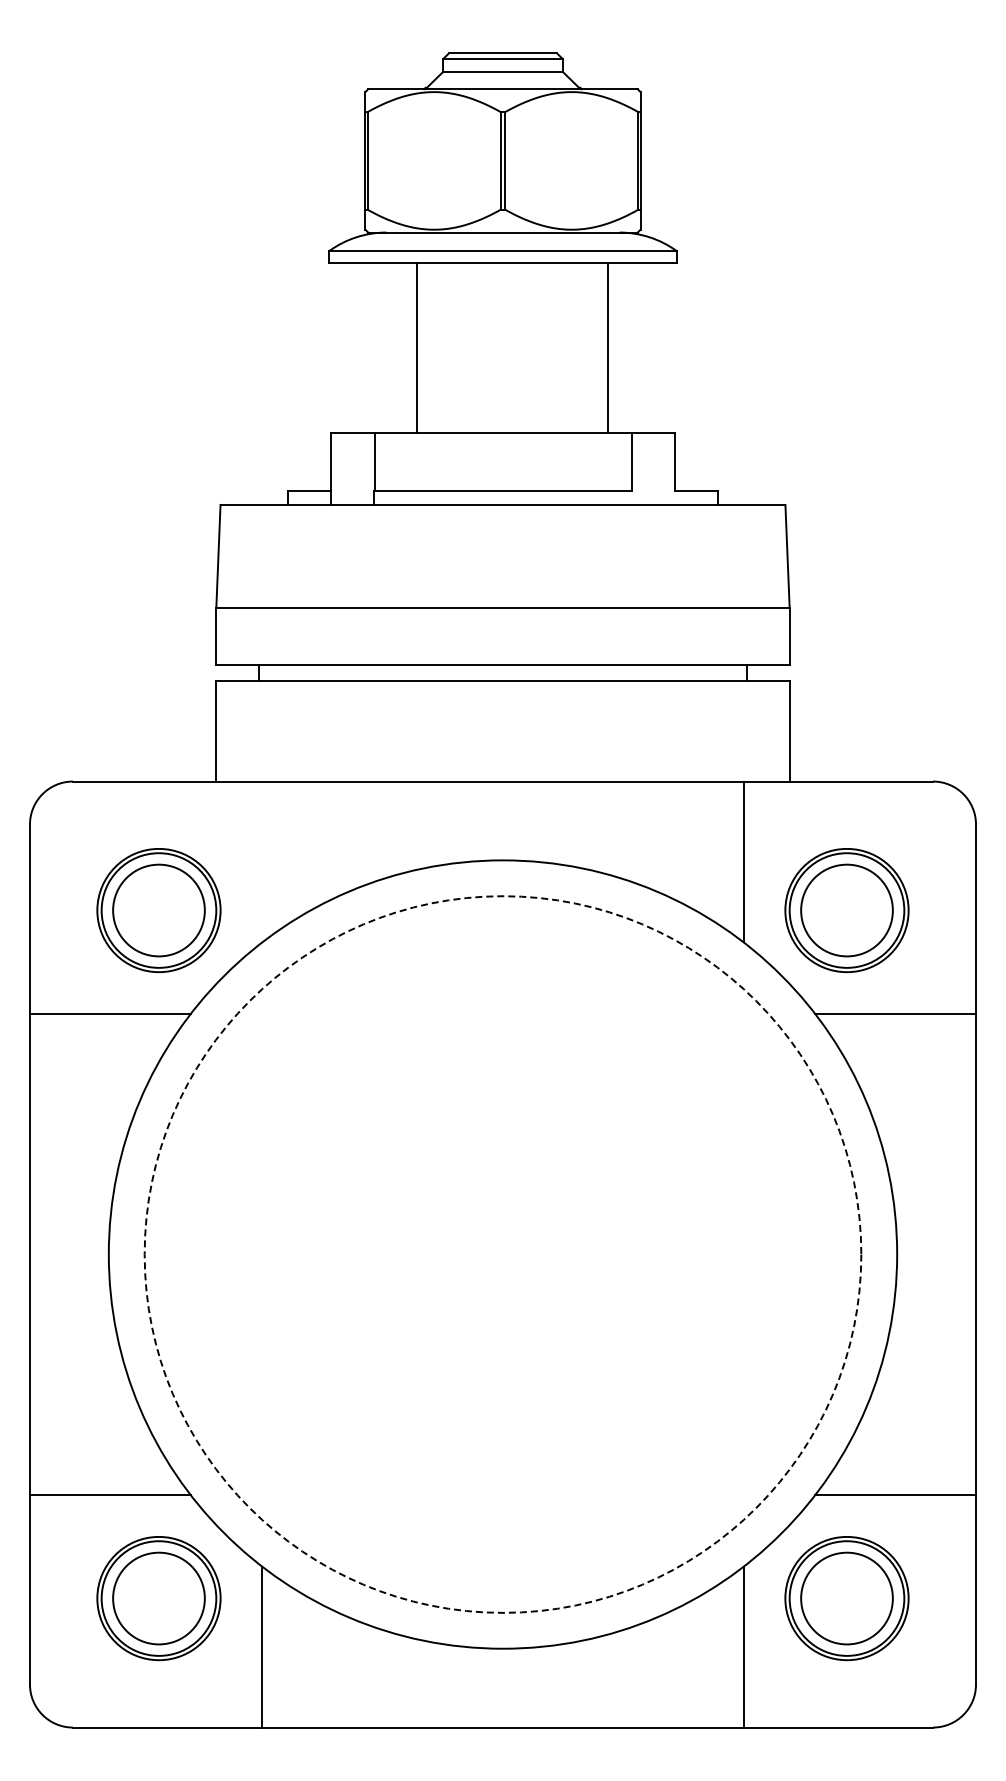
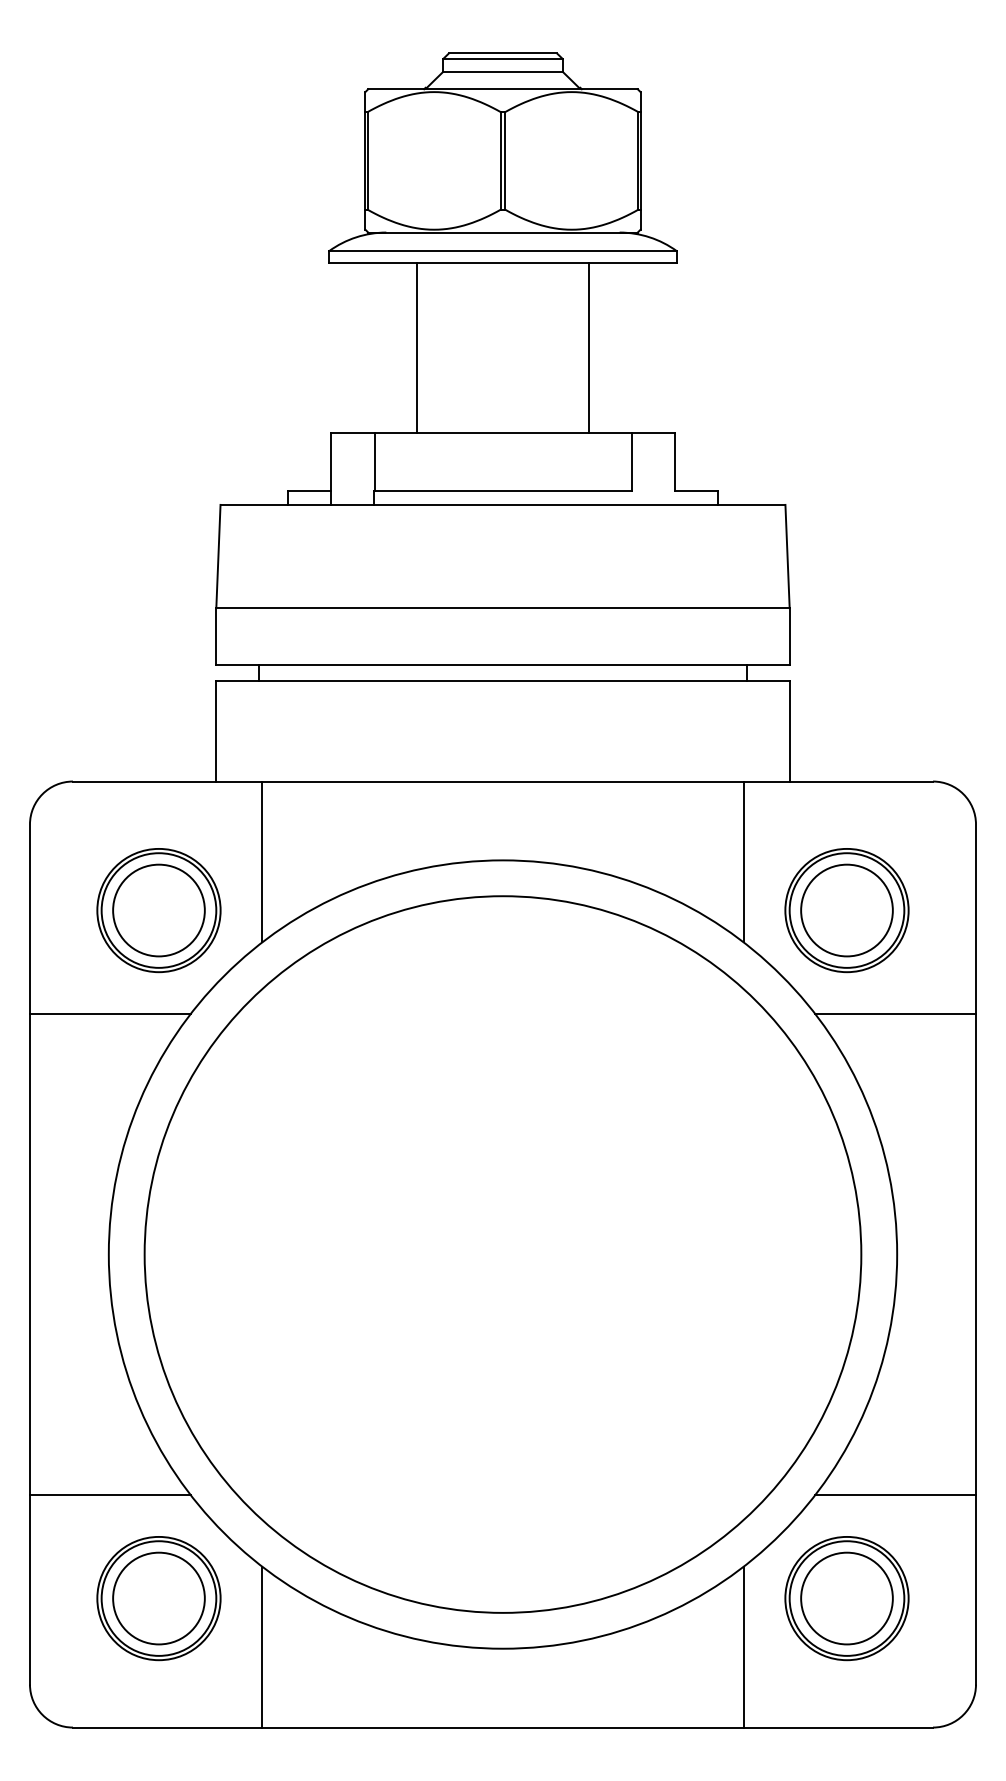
line at (608, 347) position: (608, 347) -> (589, 347)
line at (262, 861): none -> present
circle at (502, 1254): dashed -> solid
